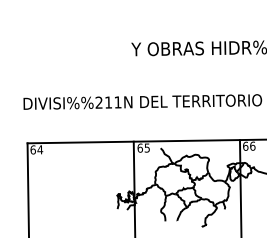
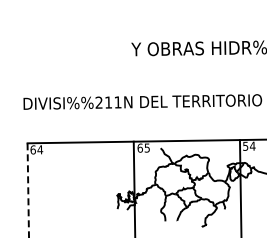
text at (249, 145): 66 -> 54
line at (28, 190): solid -> dashed
